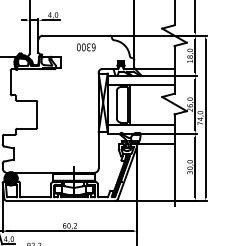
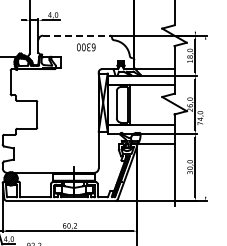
line at (195, 16): present -> none
line at (76, 35): solid -> dashed
line at (205, 117): present -> none
